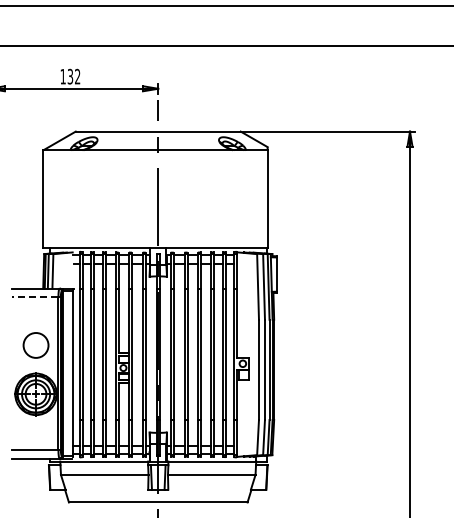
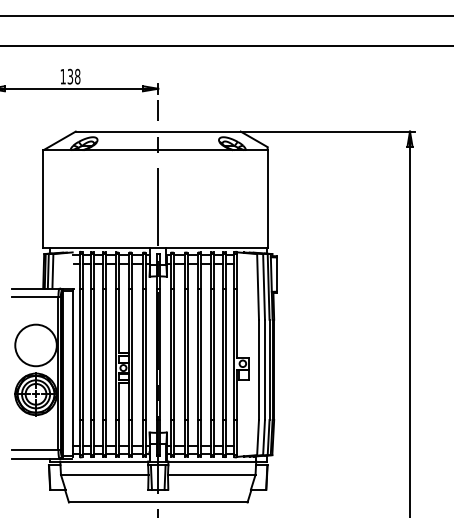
line at (226, 5) position: (226, 5) -> (226, 15)
text at (77, 76): 132 -> 138
line at (34, 297): dashed -> solid
circle at (35, 345) diameter: 25 px -> 42 px
